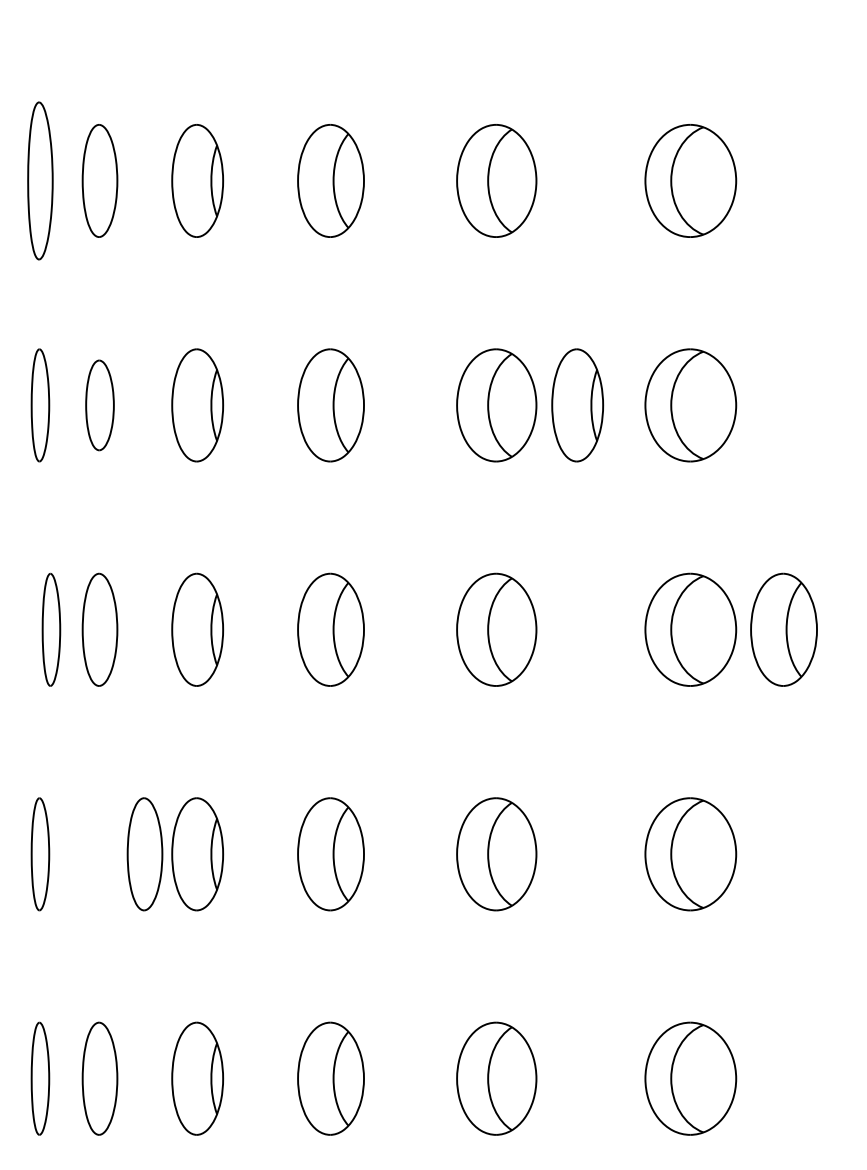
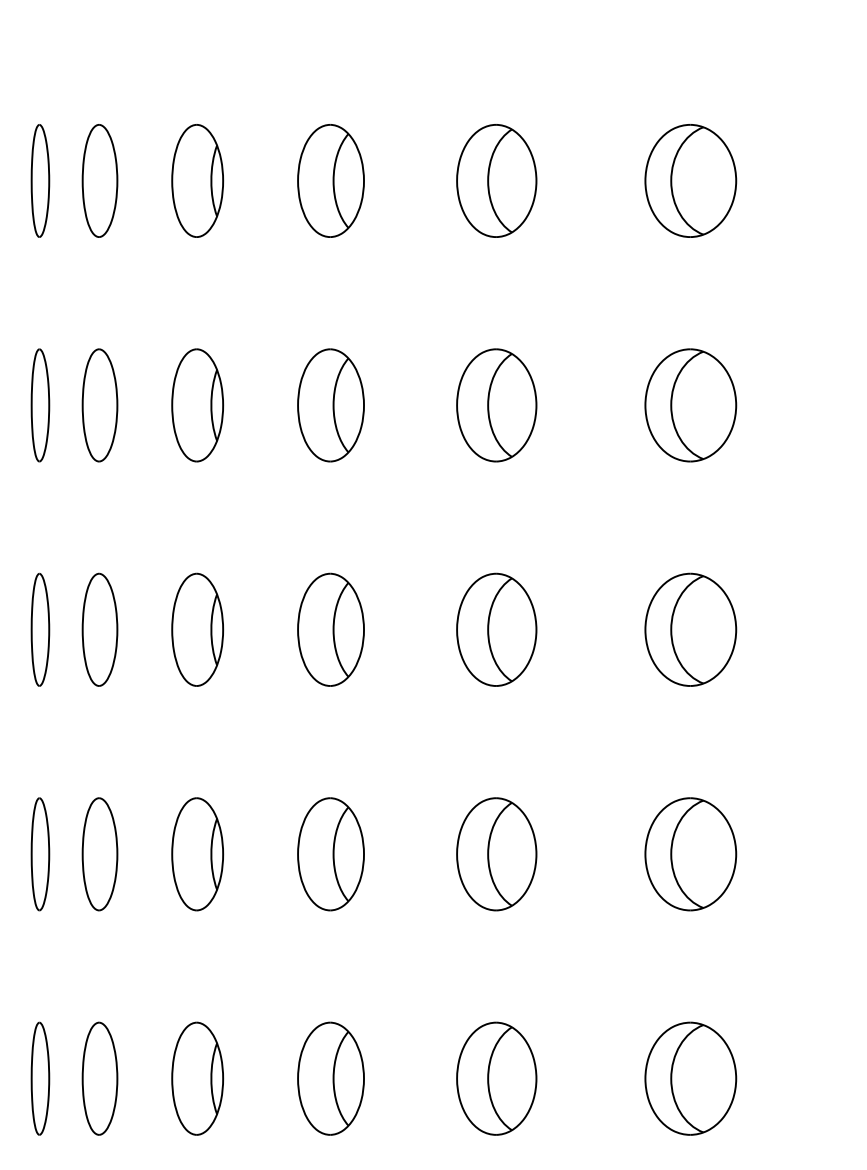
part at (40, 180) size: 27x160 px -> 21x114 px
part at (99, 405) size: 30x93 px -> 38x115 px
part at (577, 405): present -> none
part at (51, 629) position: (51, 629) -> (40, 629)
part at (783, 629): present -> none
part at (144, 854) position: (144, 854) -> (99, 854)
